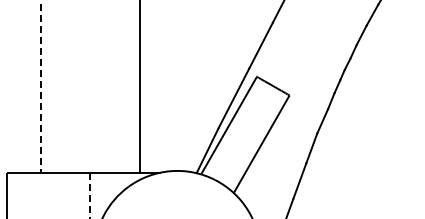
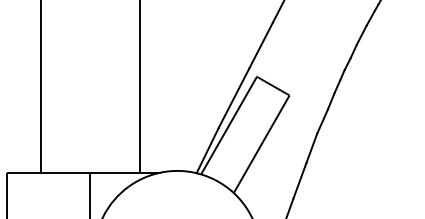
line at (41, 86): dashed -> solid
line at (90, 195): dashed -> solid
